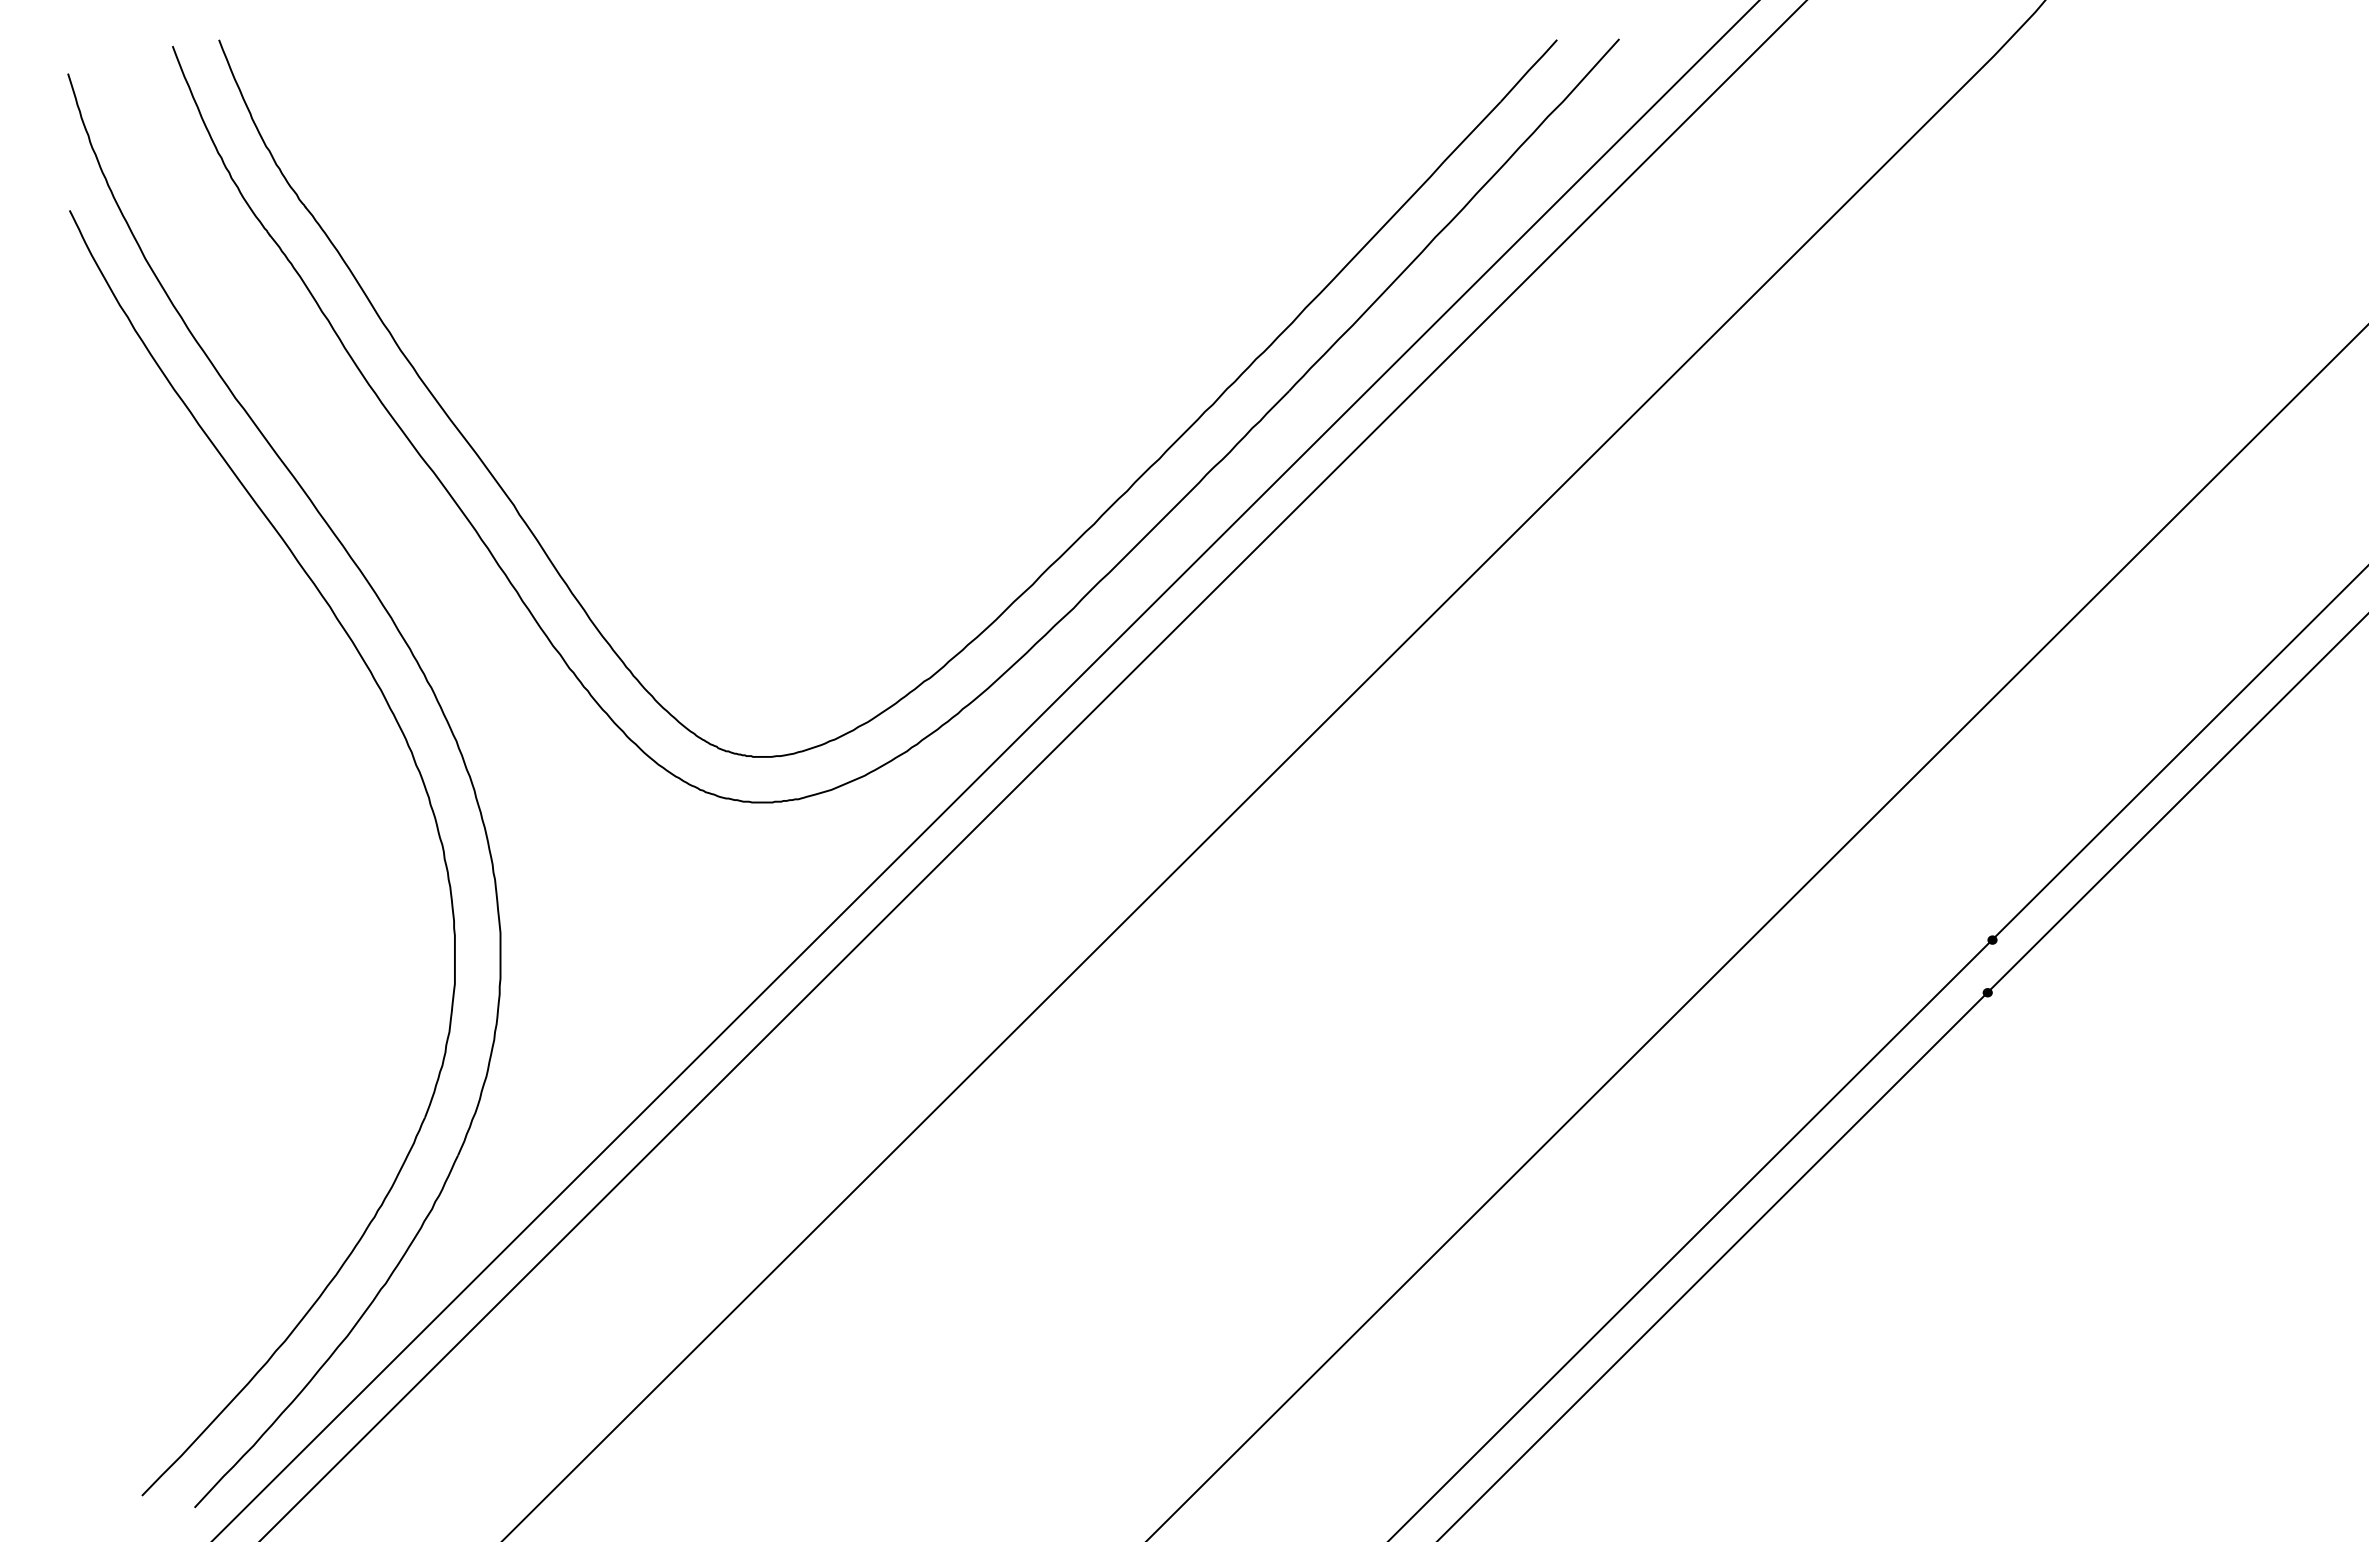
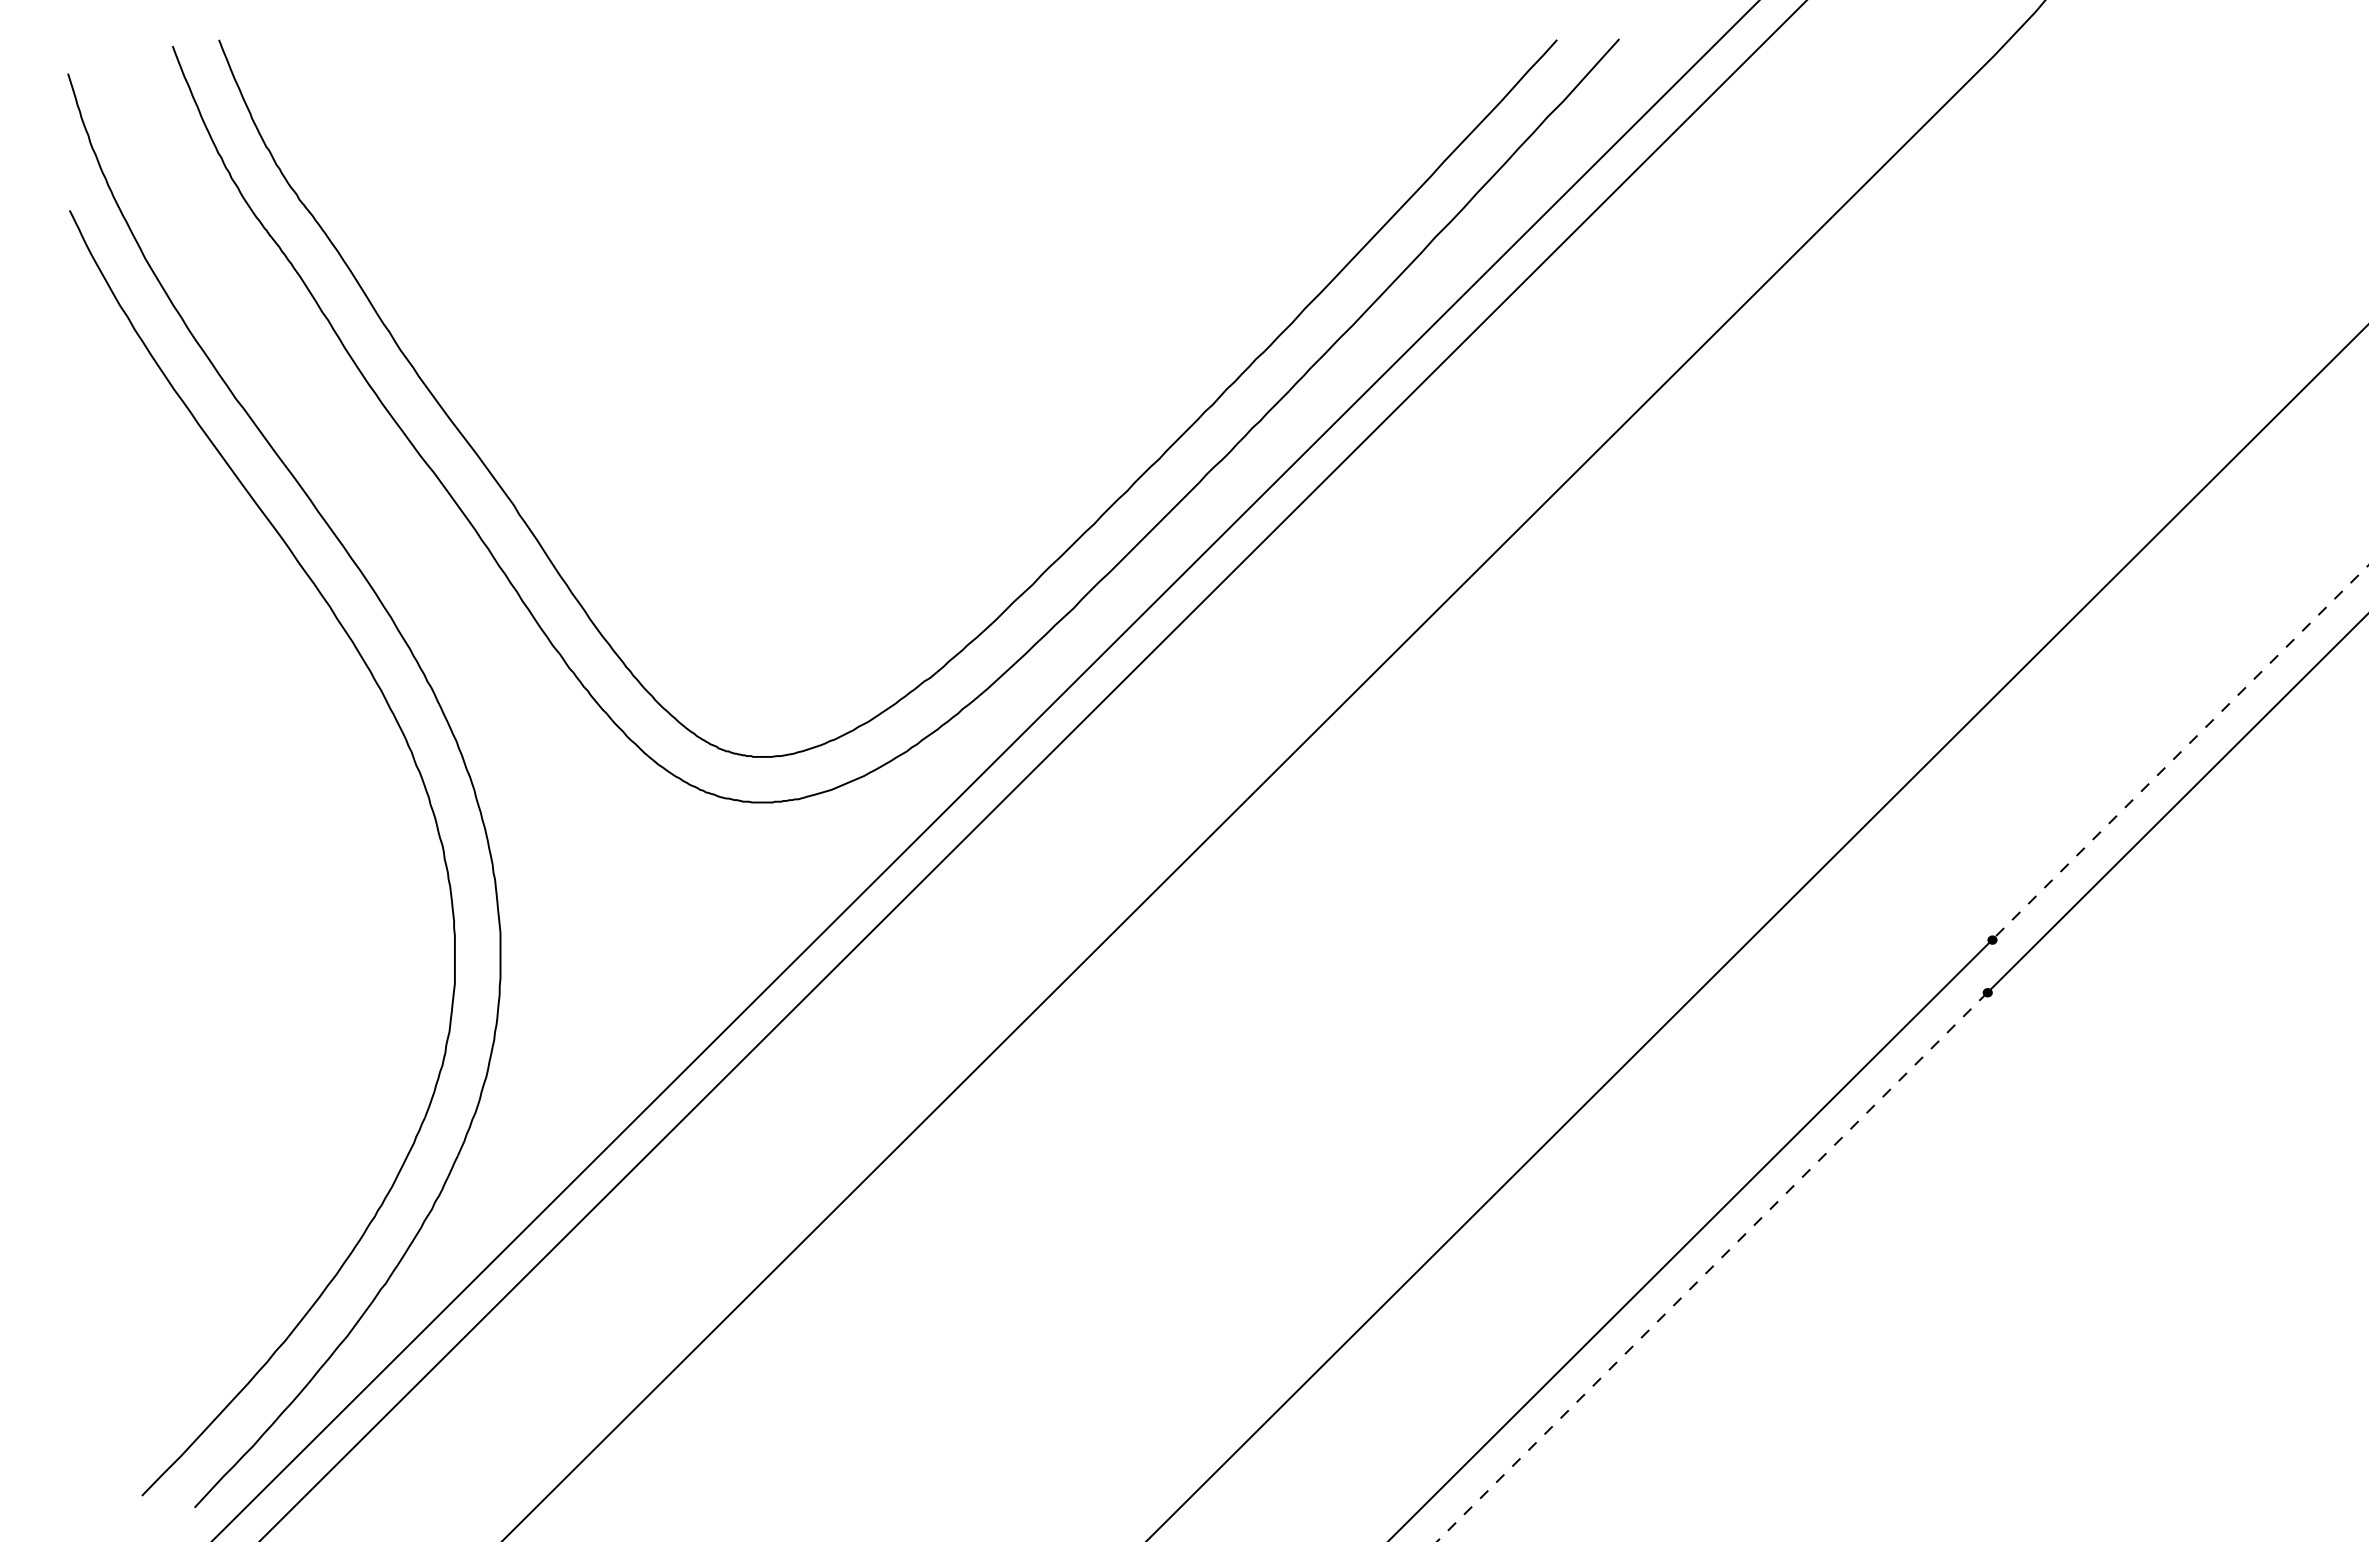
line at (2180, 752): solid -> dashed
line at (1711, 1267): solid -> dashed
